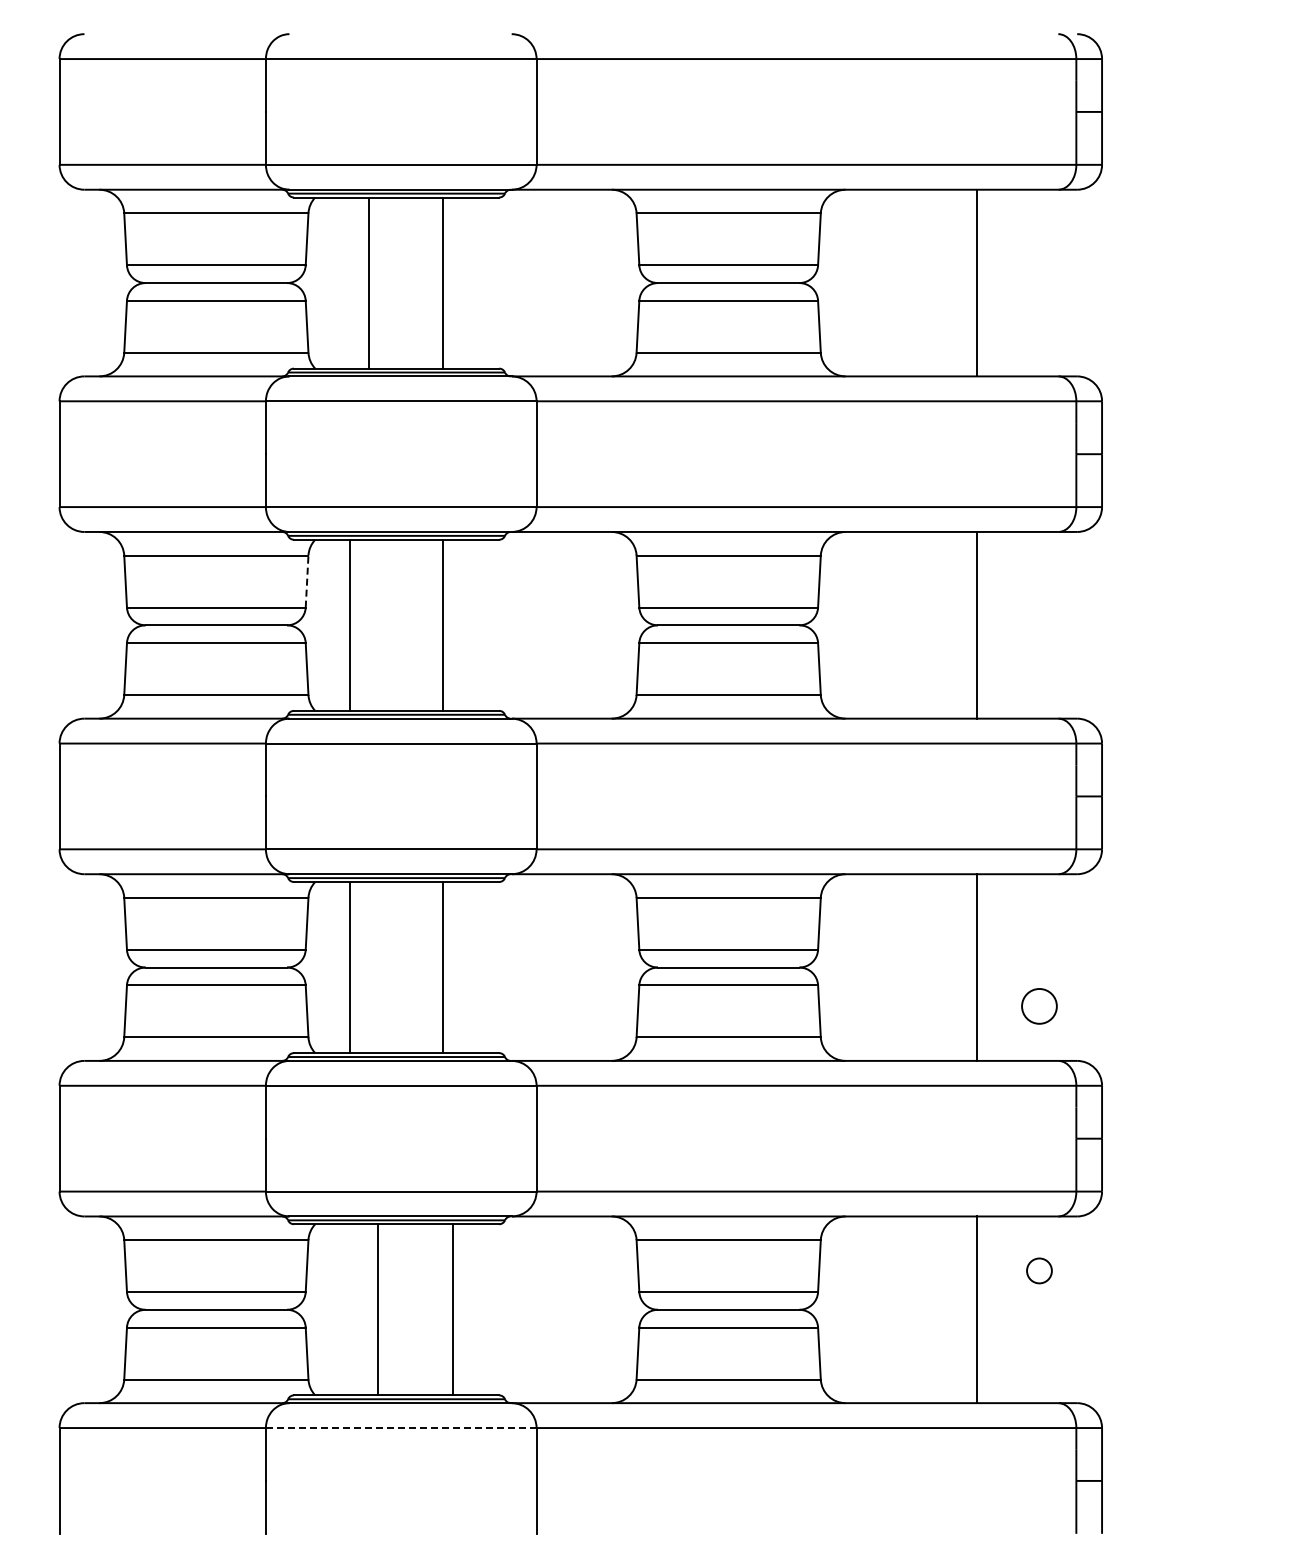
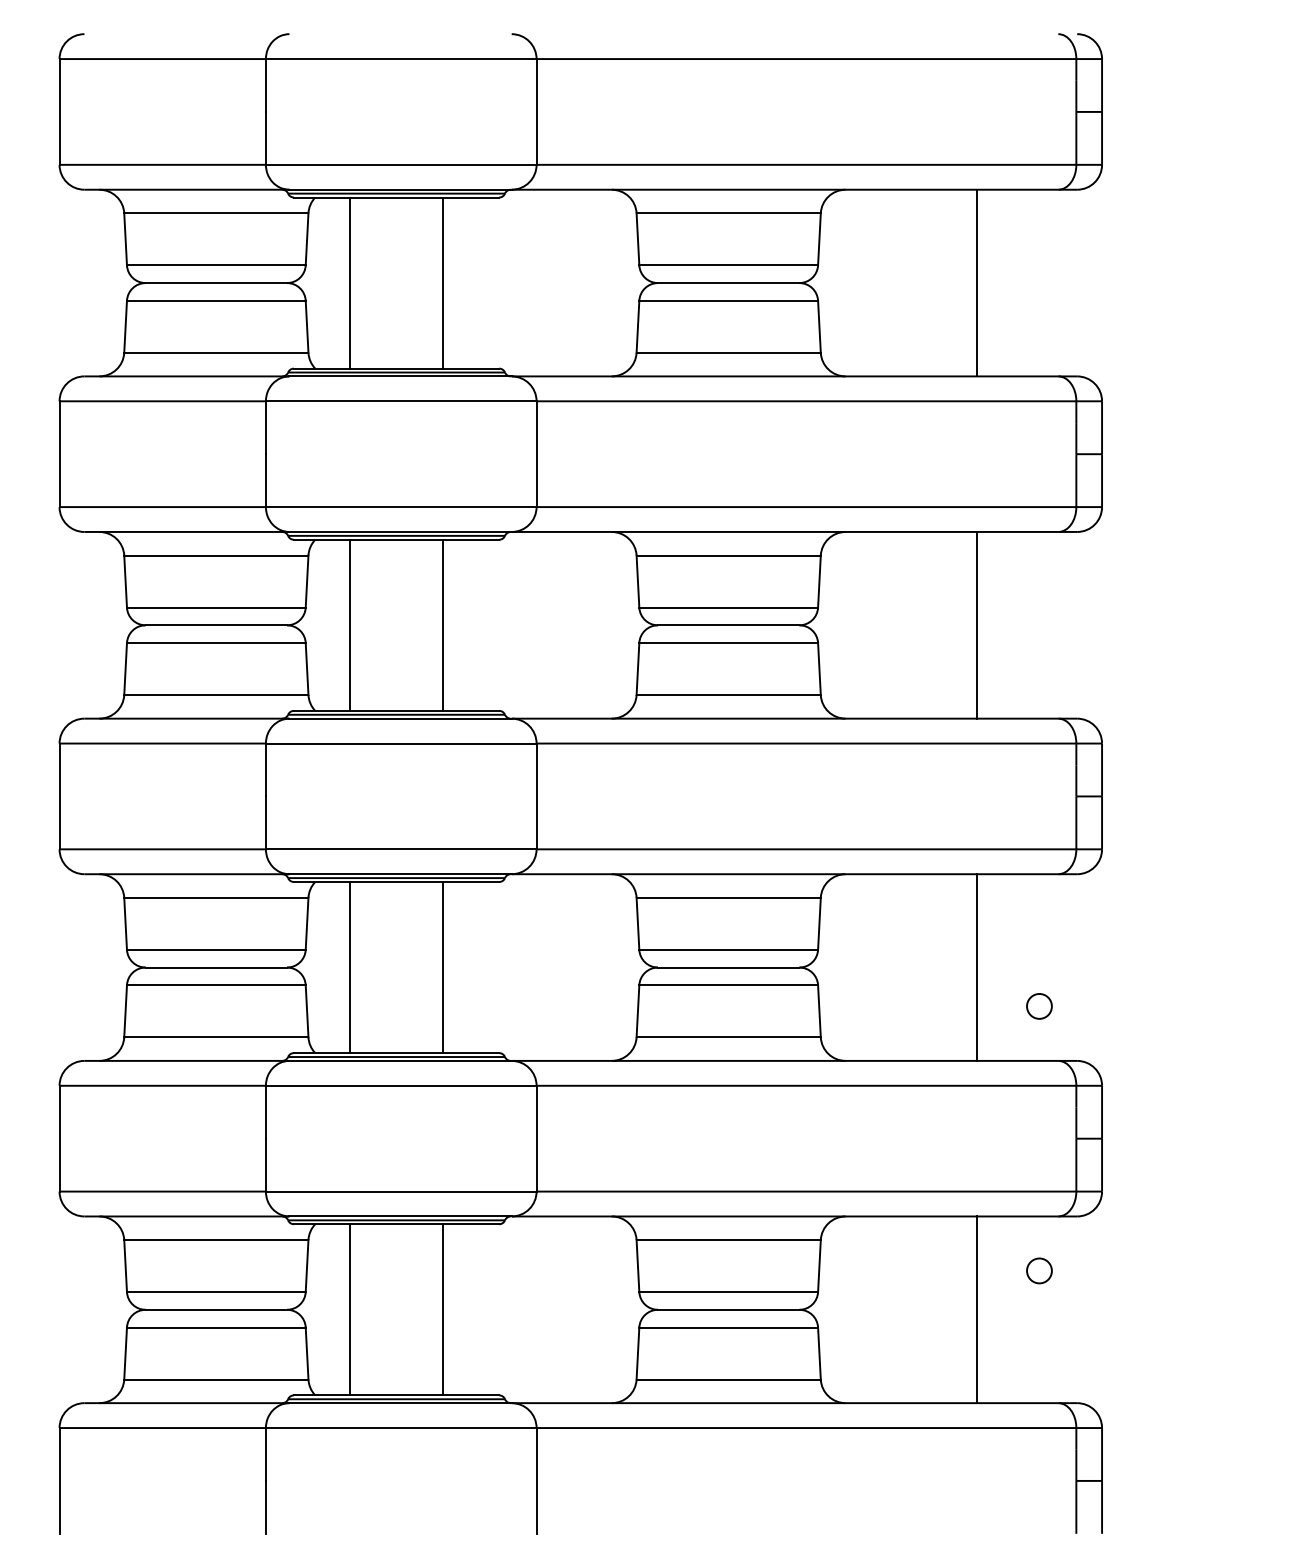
line at (368, 282) position: (368, 282) -> (349, 282)
line at (307, 581): dashed -> solid
circle at (1039, 1006) size: 37x37 px -> 27x27 px
line at (377, 1309) position: (377, 1309) -> (349, 1309)
line at (453, 1309) position: (453, 1309) -> (443, 1309)
line at (400, 1428): dashed -> solid
